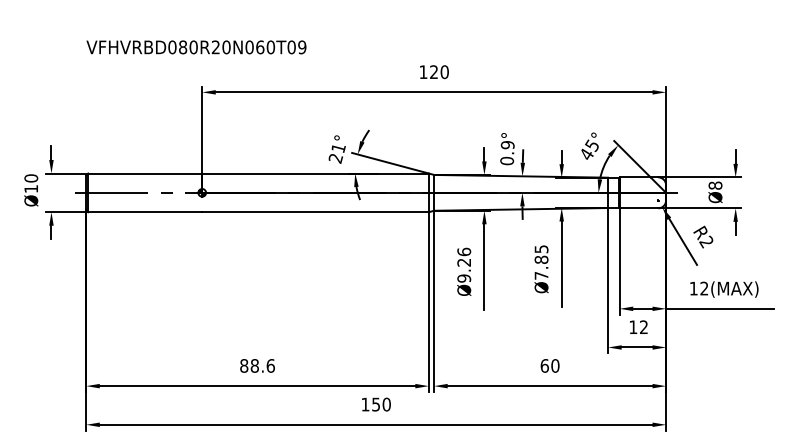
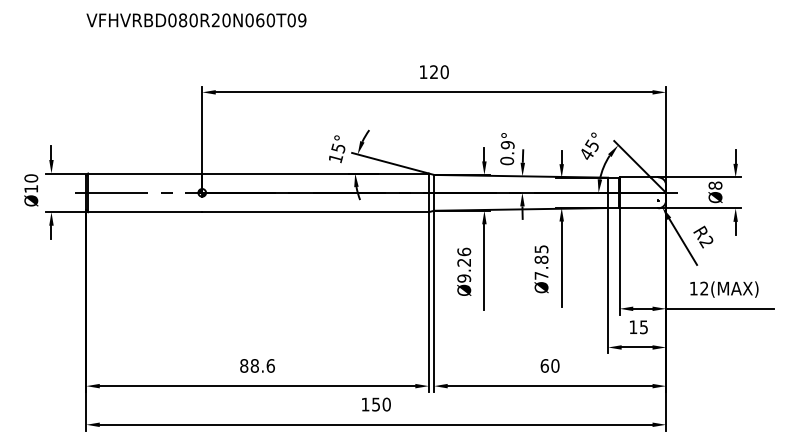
text at (196, 47) position: (196, 47) -> (196, 20)
text at (336, 153): 21° -> 15°
text at (643, 327): 12 -> 15
